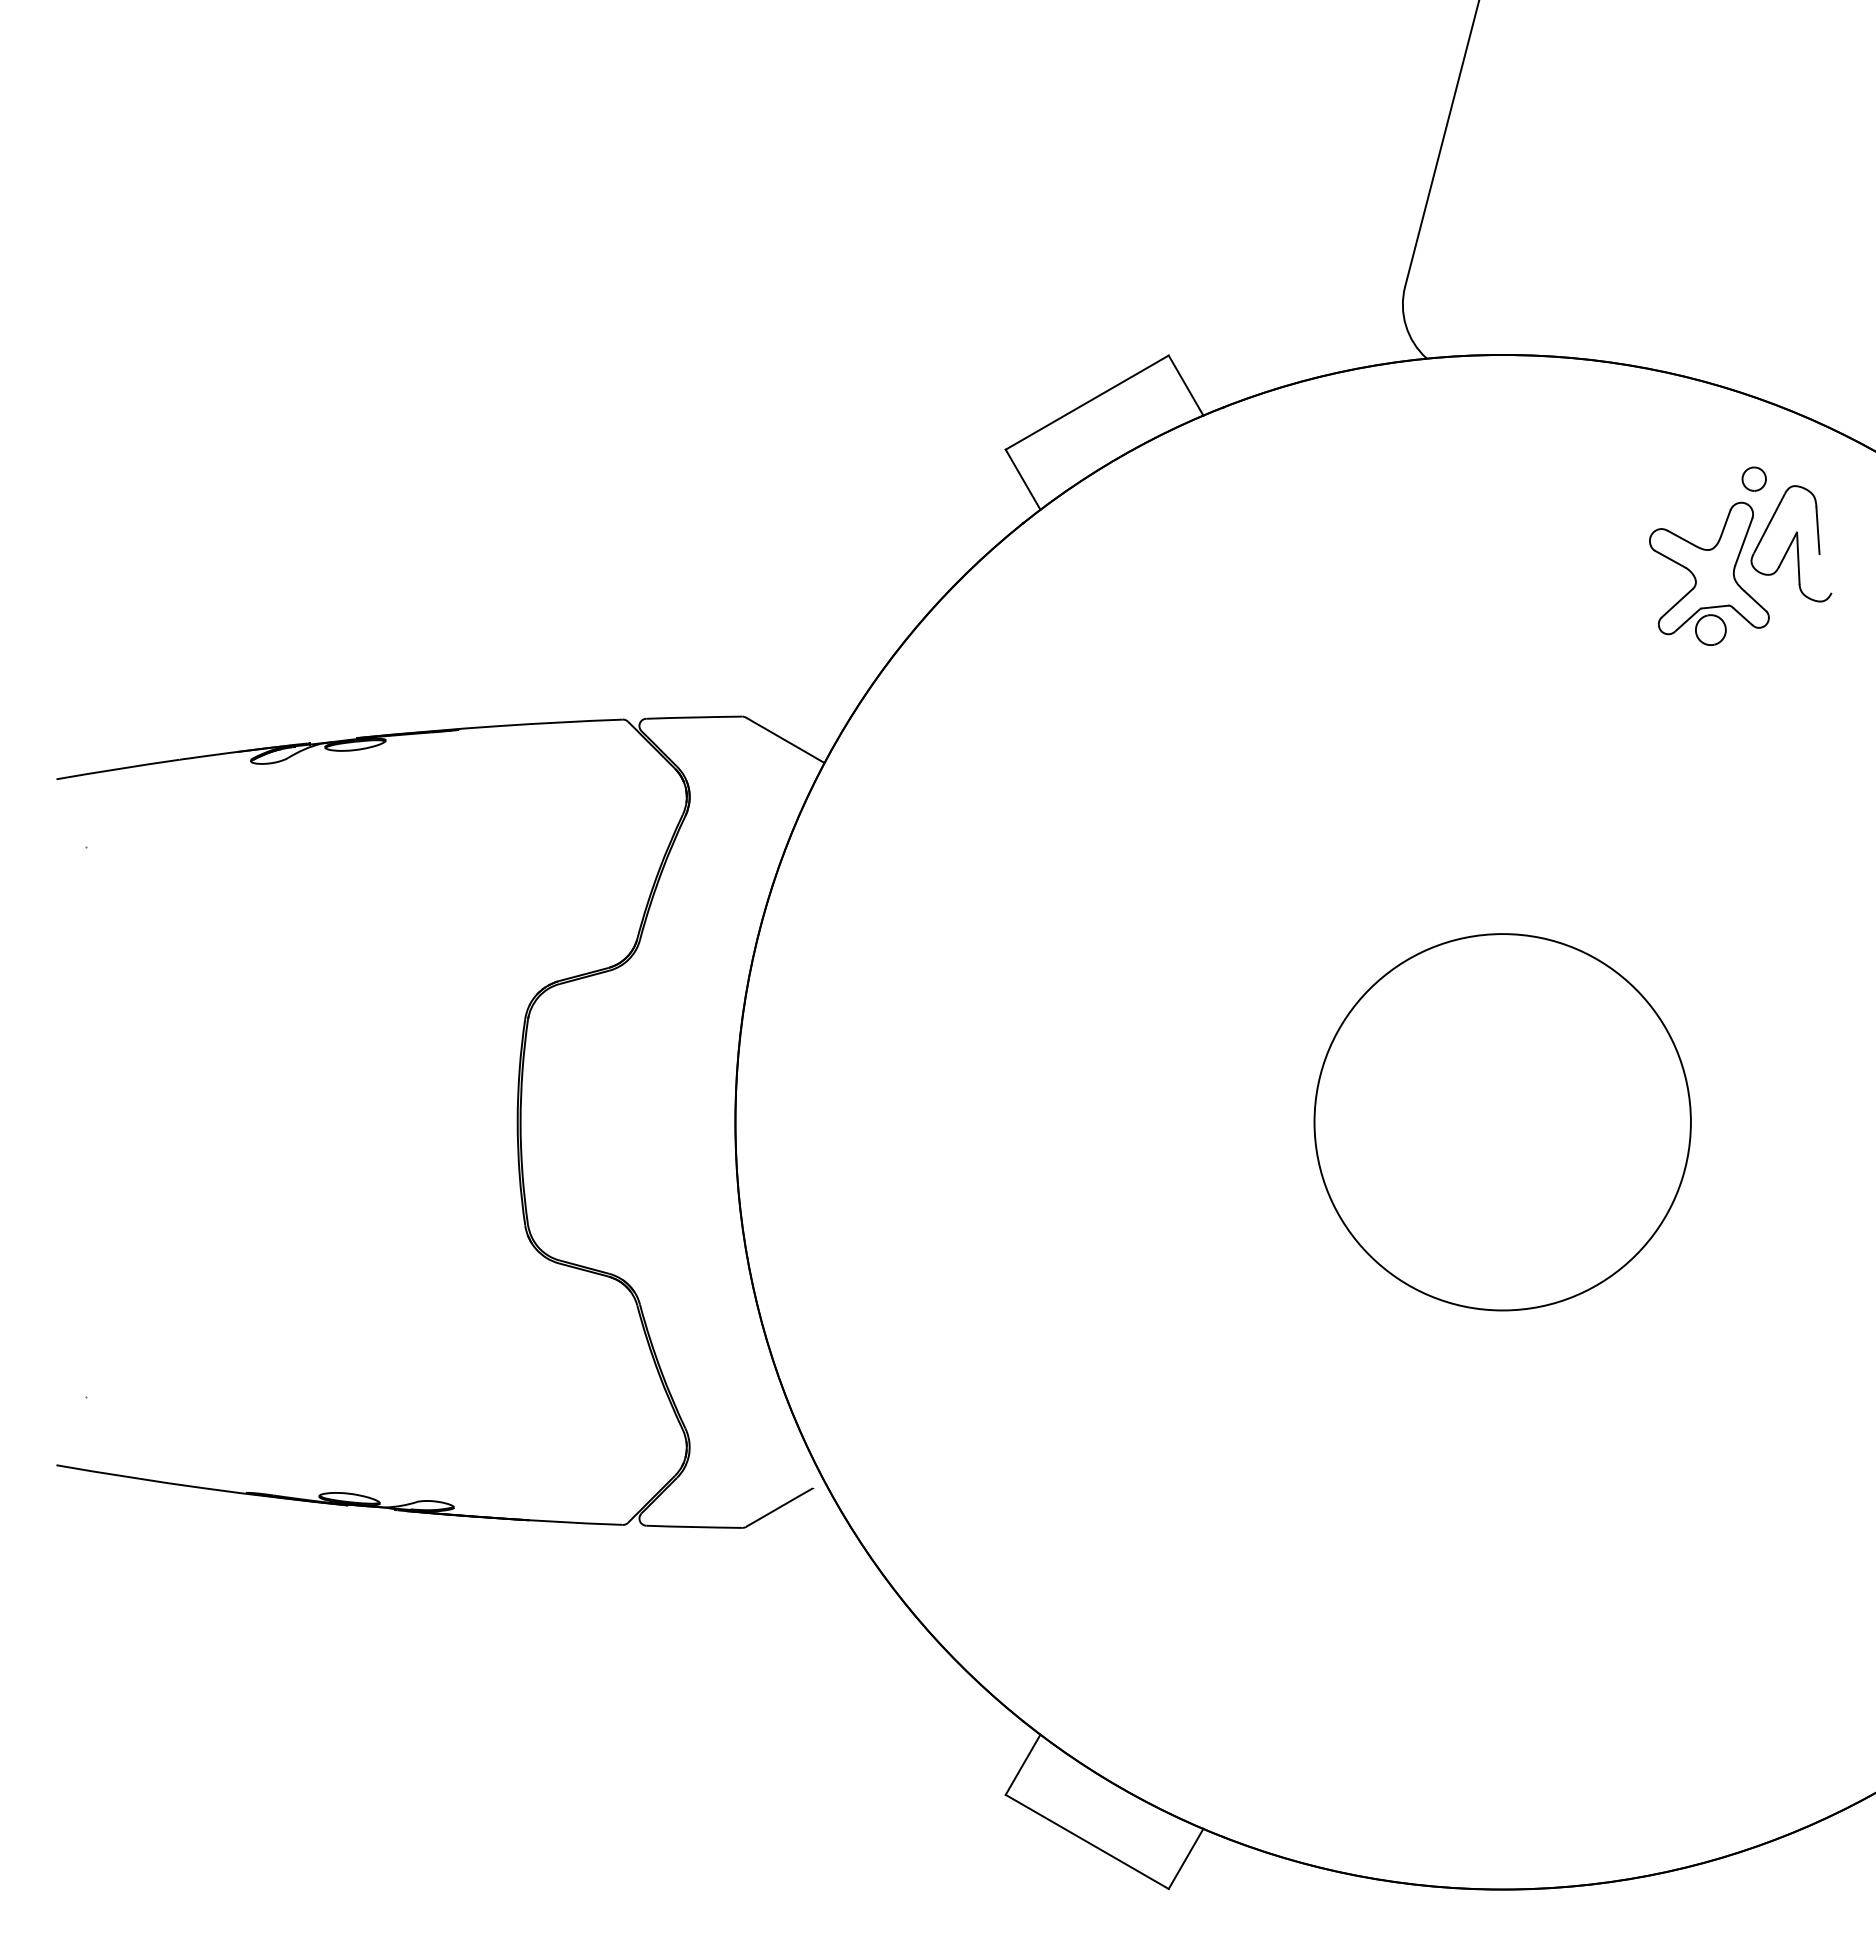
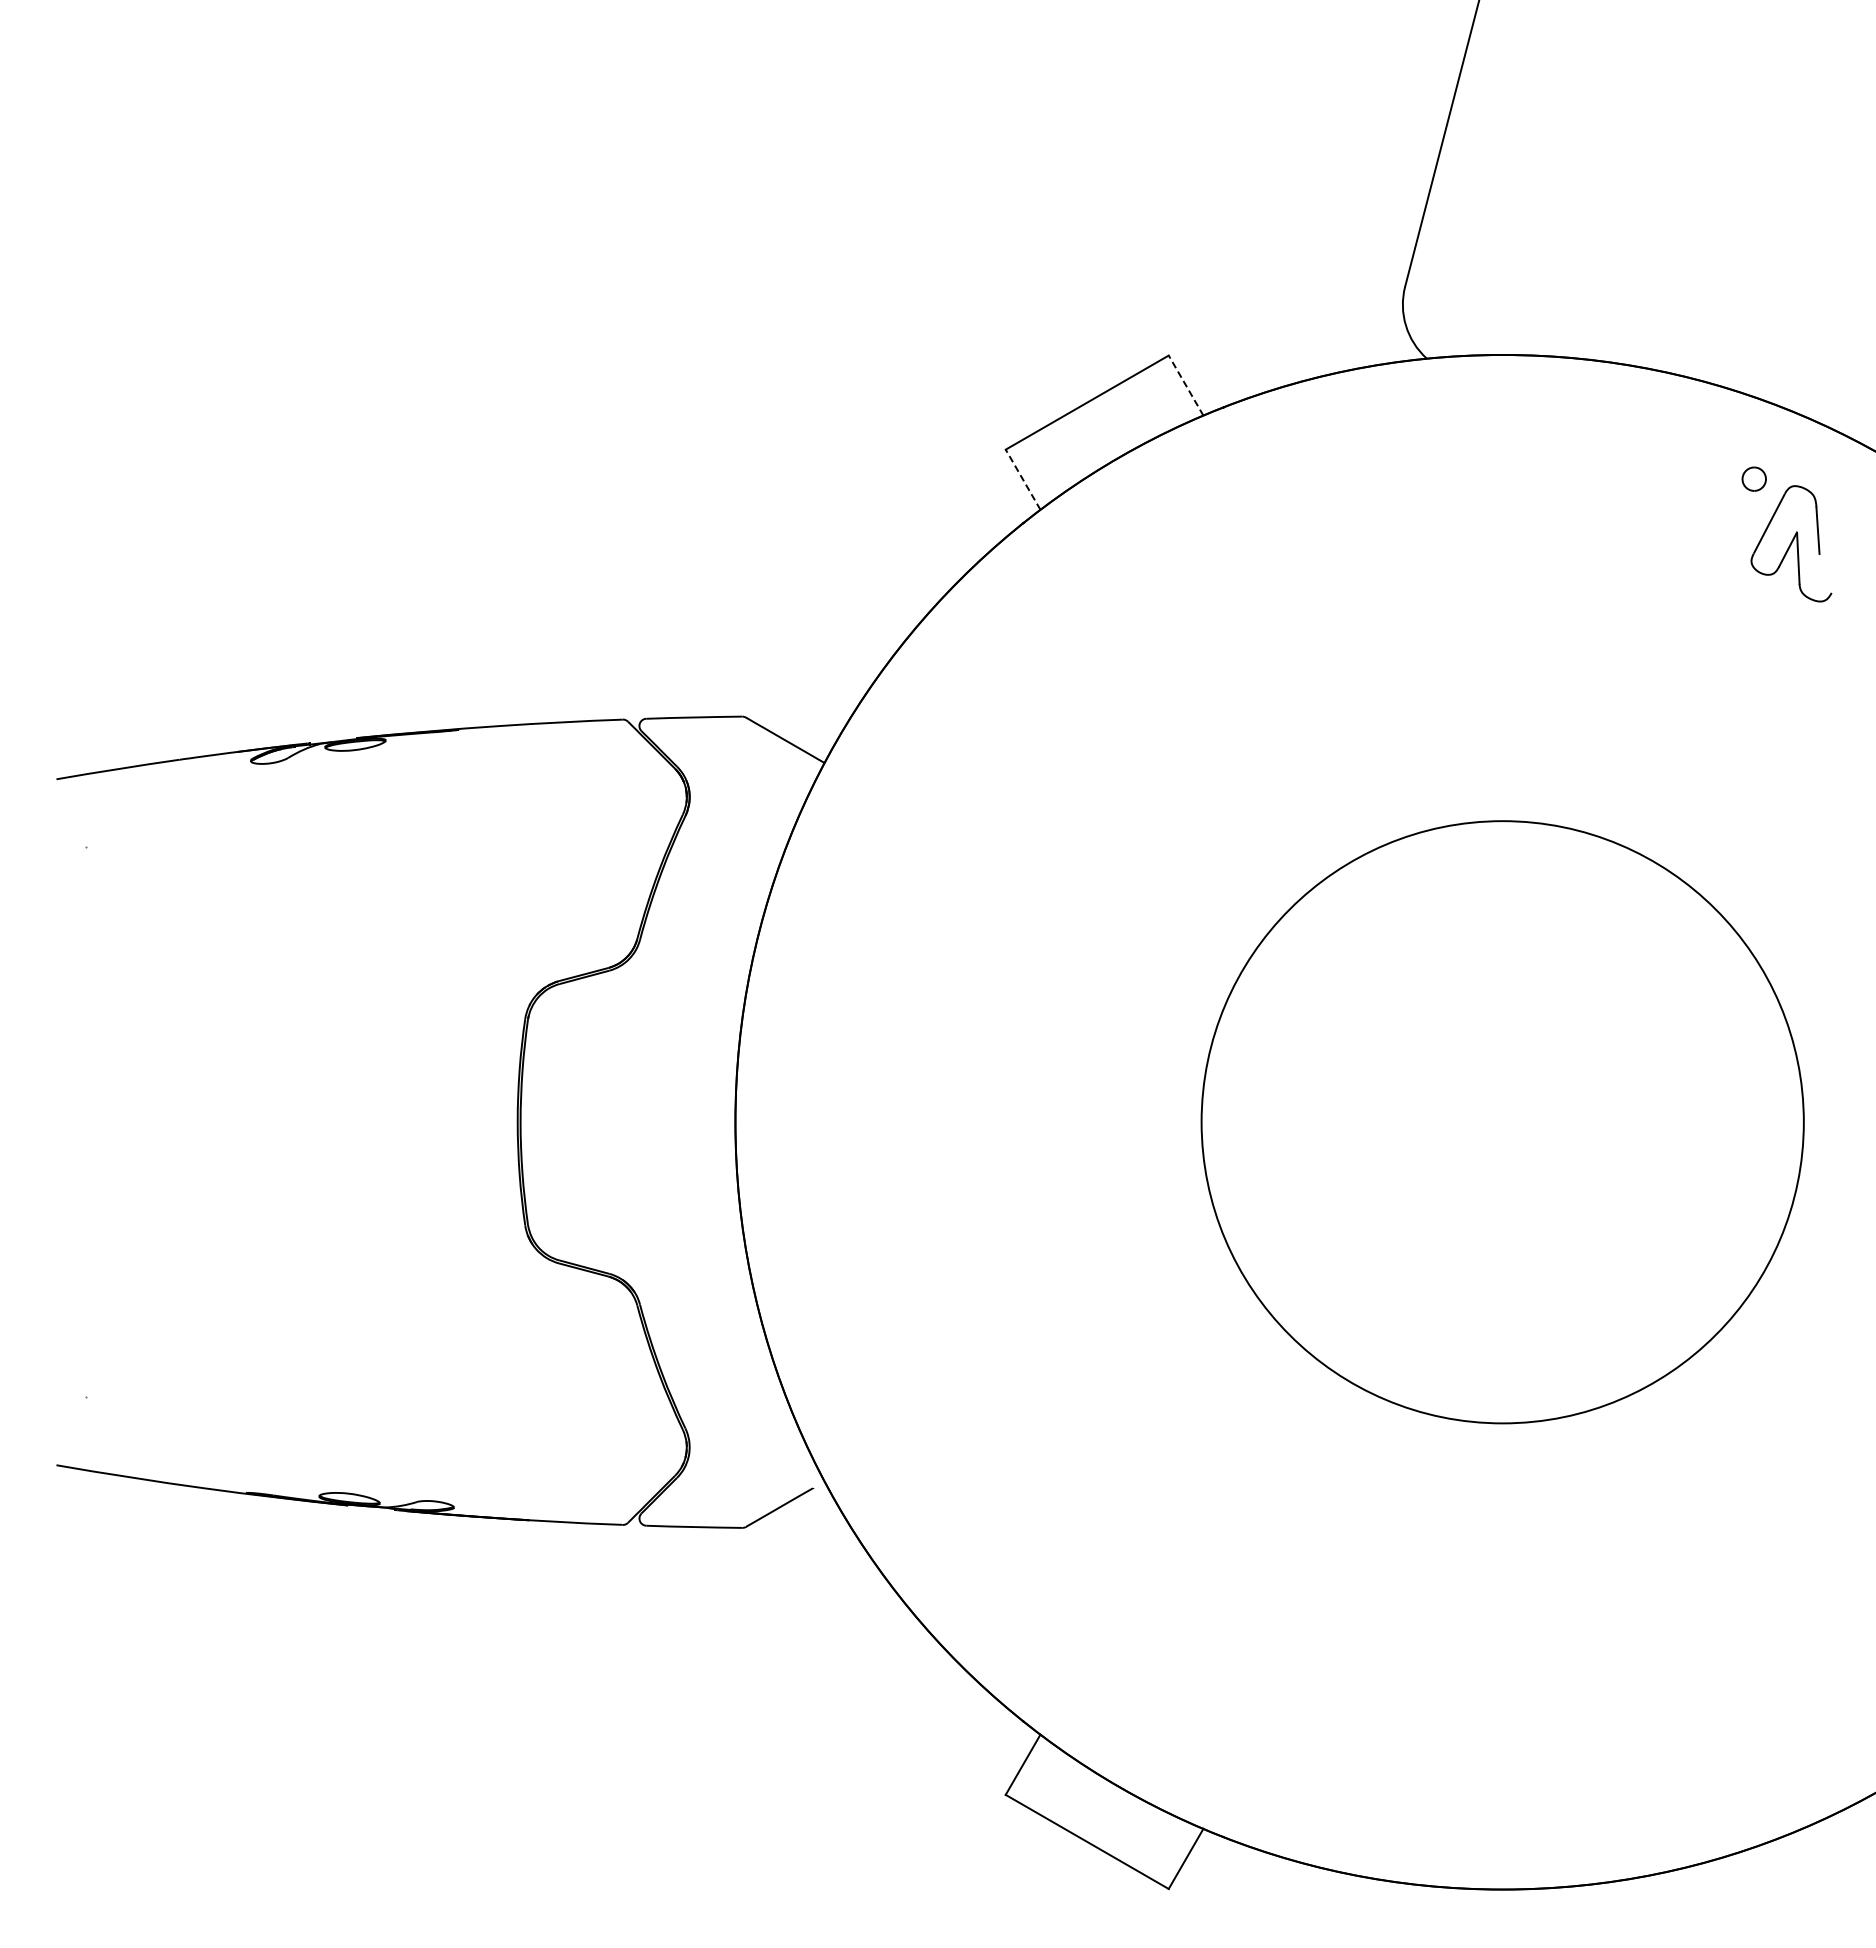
line at (1186, 385): solid -> dashed
line at (1023, 479): solid -> dashed
part at (1709, 573): present -> none
circle at (1502, 1122) diameter: 376 px -> 602 px
